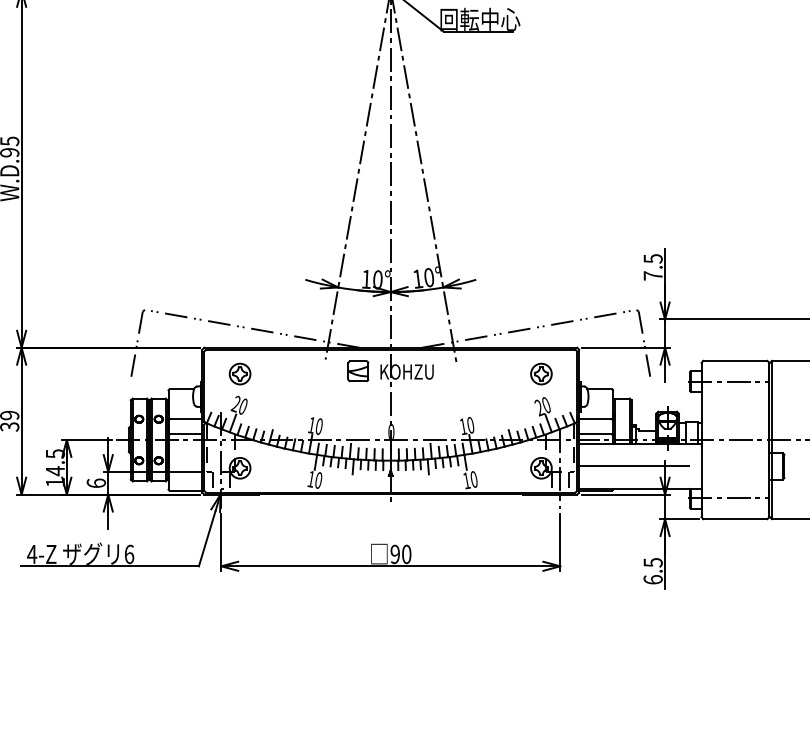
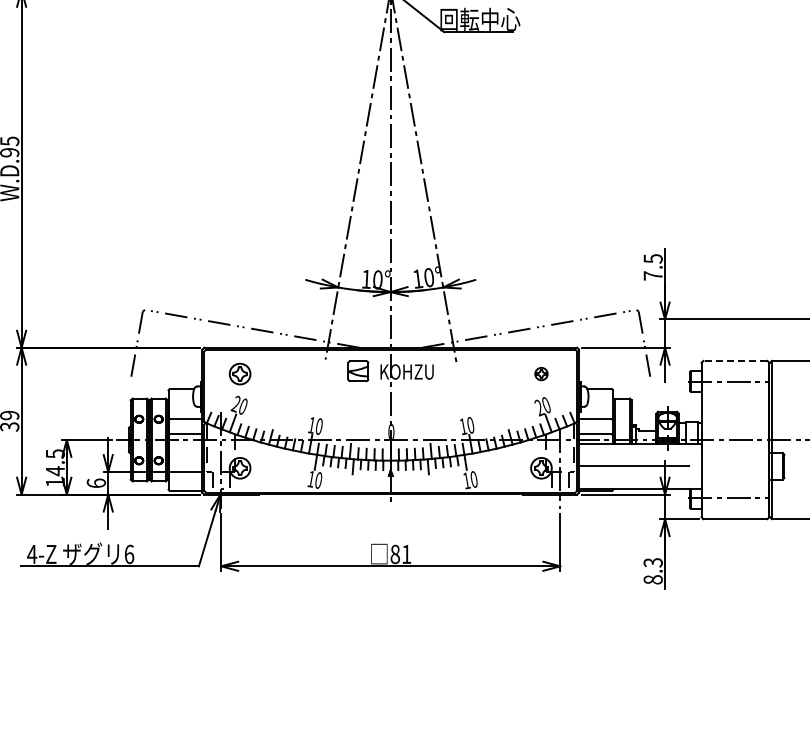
line at (734, 360): solid -> dashed
part at (541, 373) size: 23x24 px -> 15x15 px
text at (400, 554): 90 -> 81
text at (652, 571): 6.5 -> 8.3
